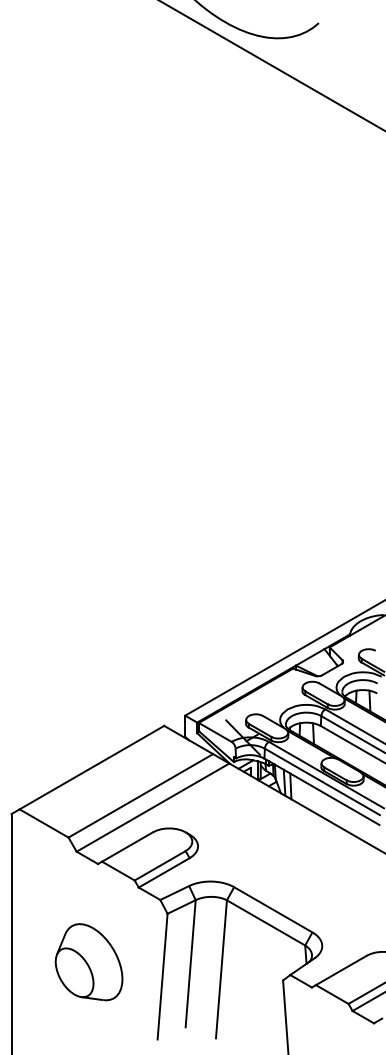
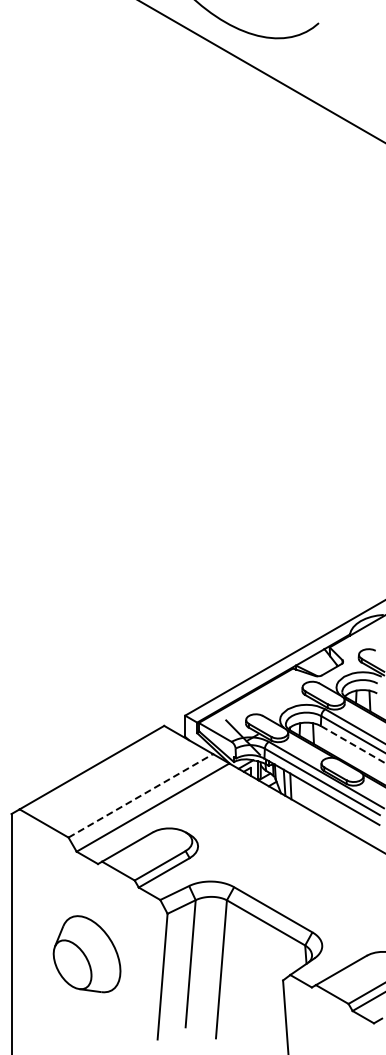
line at (272, 65) position: (272, 65) -> (261, 71)
line at (352, 744): solid -> dashed
line at (141, 795): solid -> dashed
part at (88, 962) position: (88, 962) -> (86, 954)
